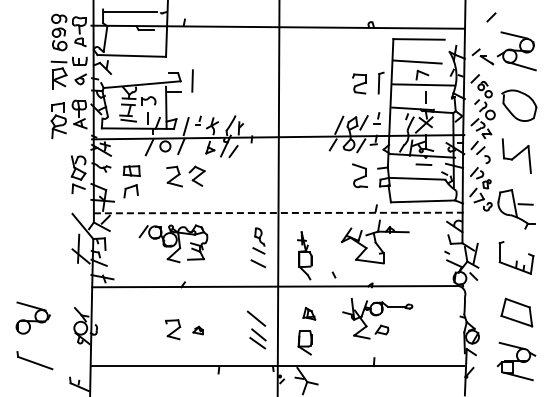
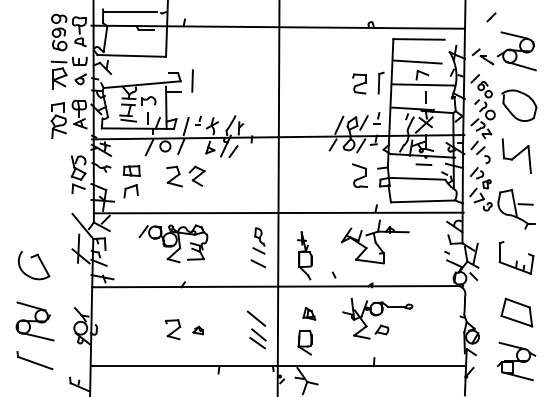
line at (278, 213): dashed -> solid
part at (40, 262): none -> present
line at (36, 336): none -> present
